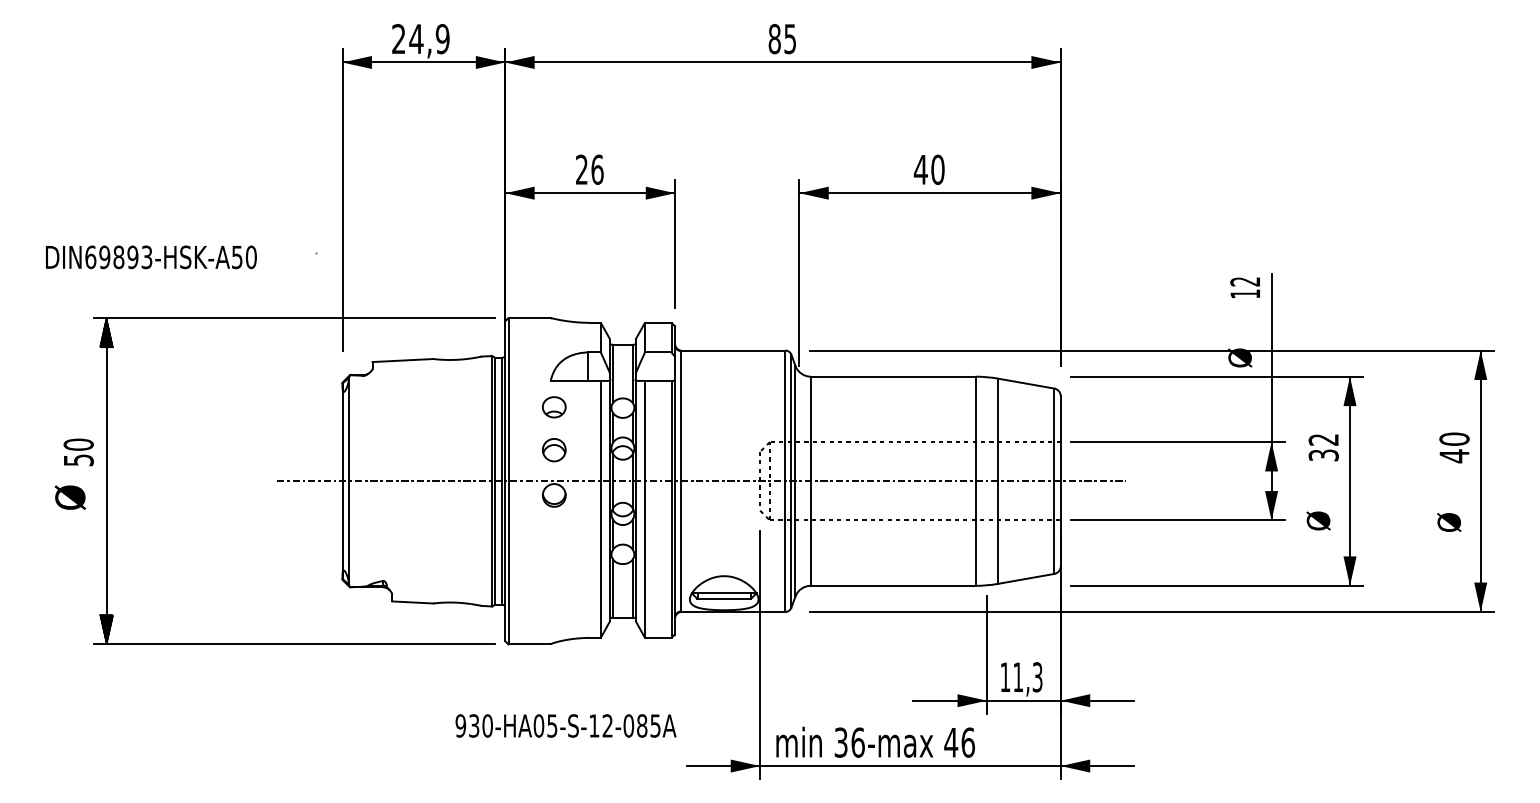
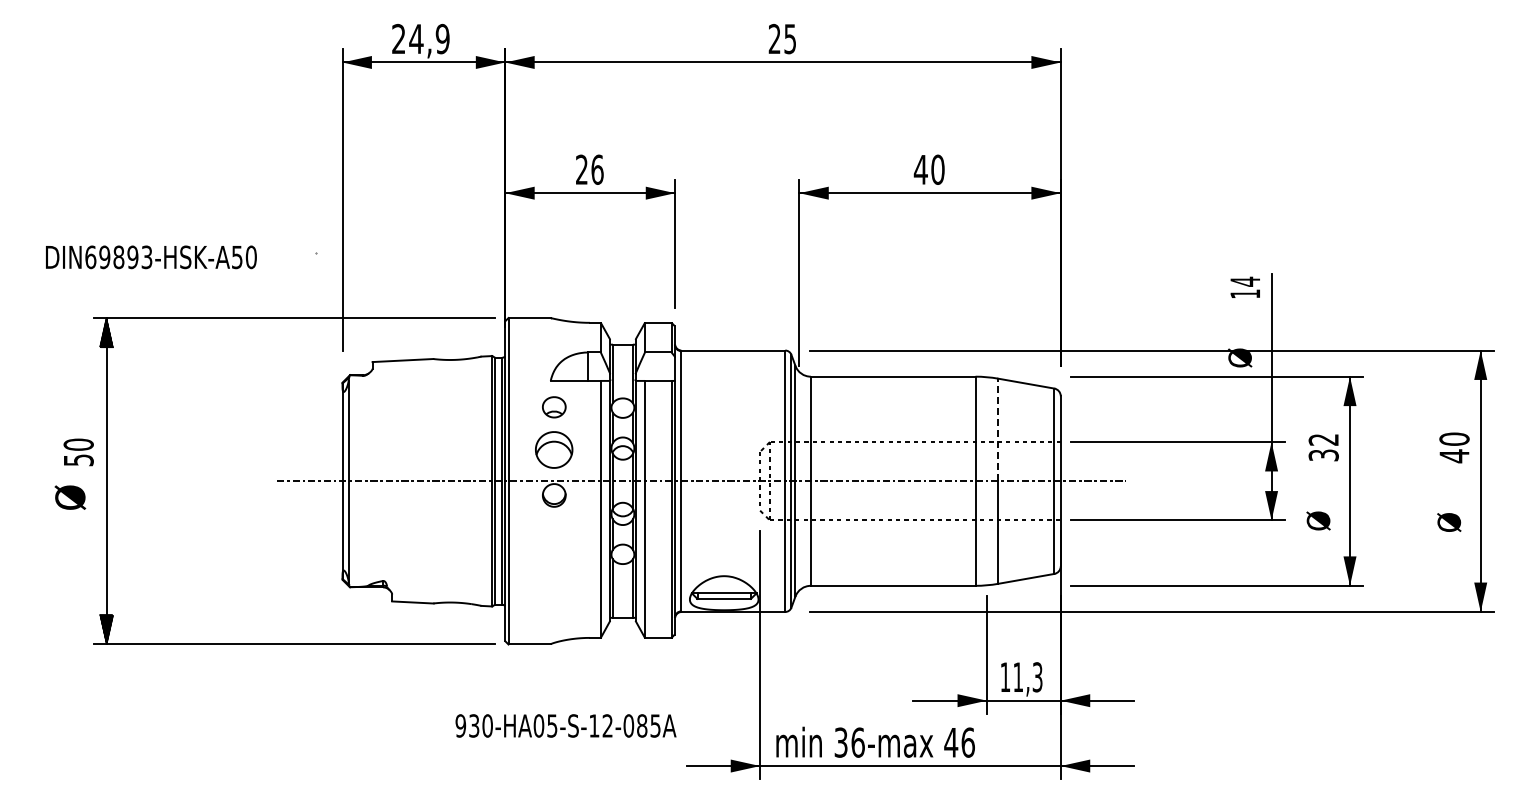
text at (774, 39): 85 -> 25
text at (1244, 281): 12 -> 14
line at (998, 429): solid -> dashed
part at (554, 450) size: 25x25 px -> 39x38 px
